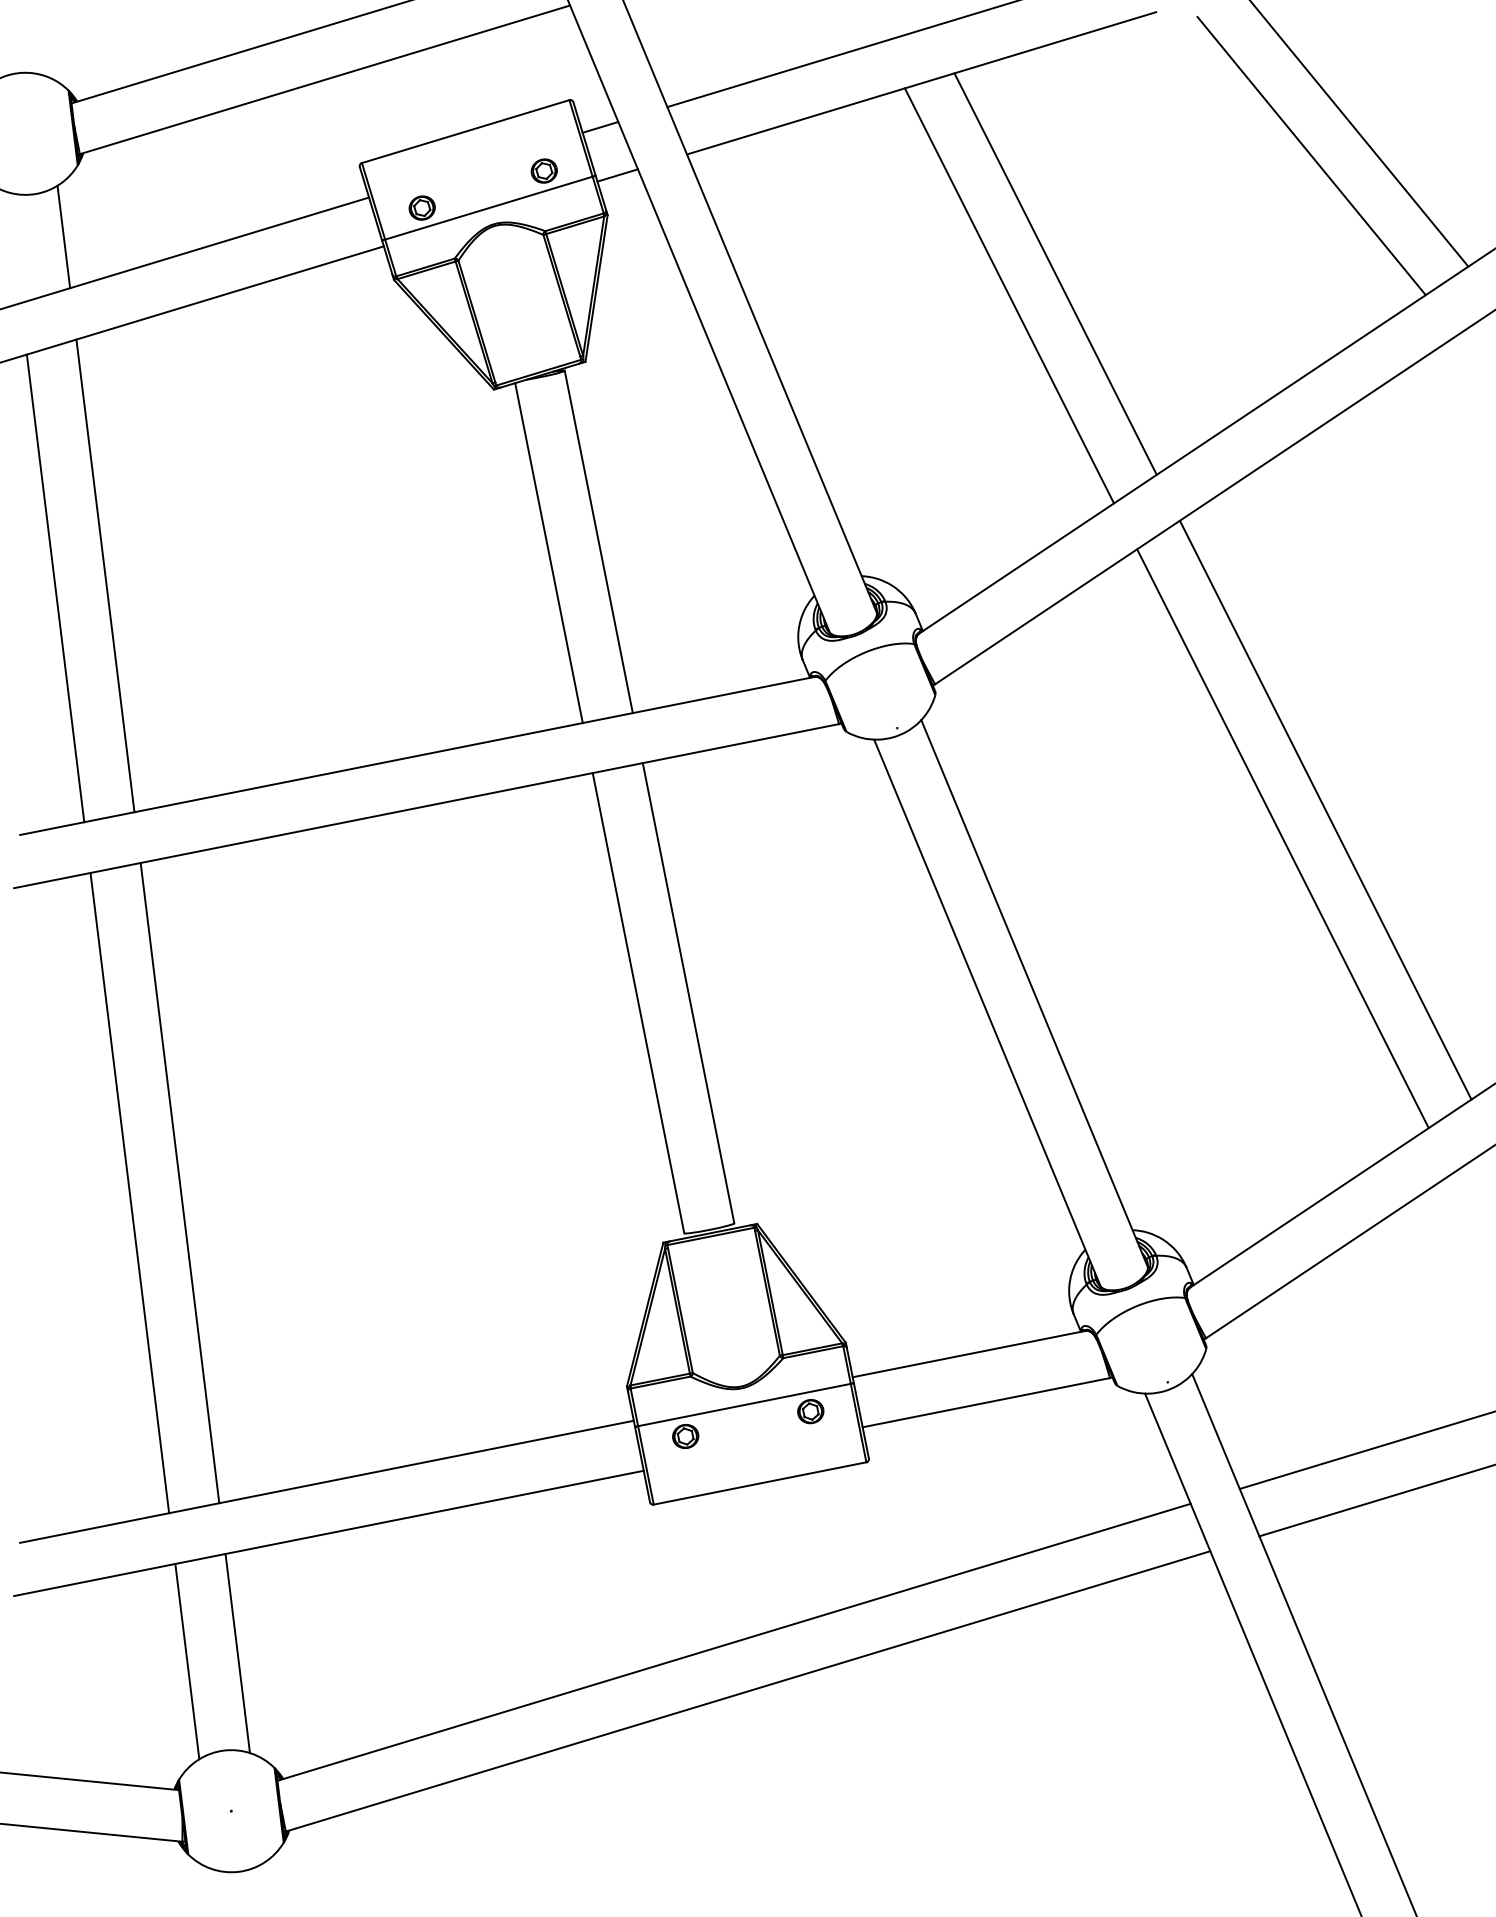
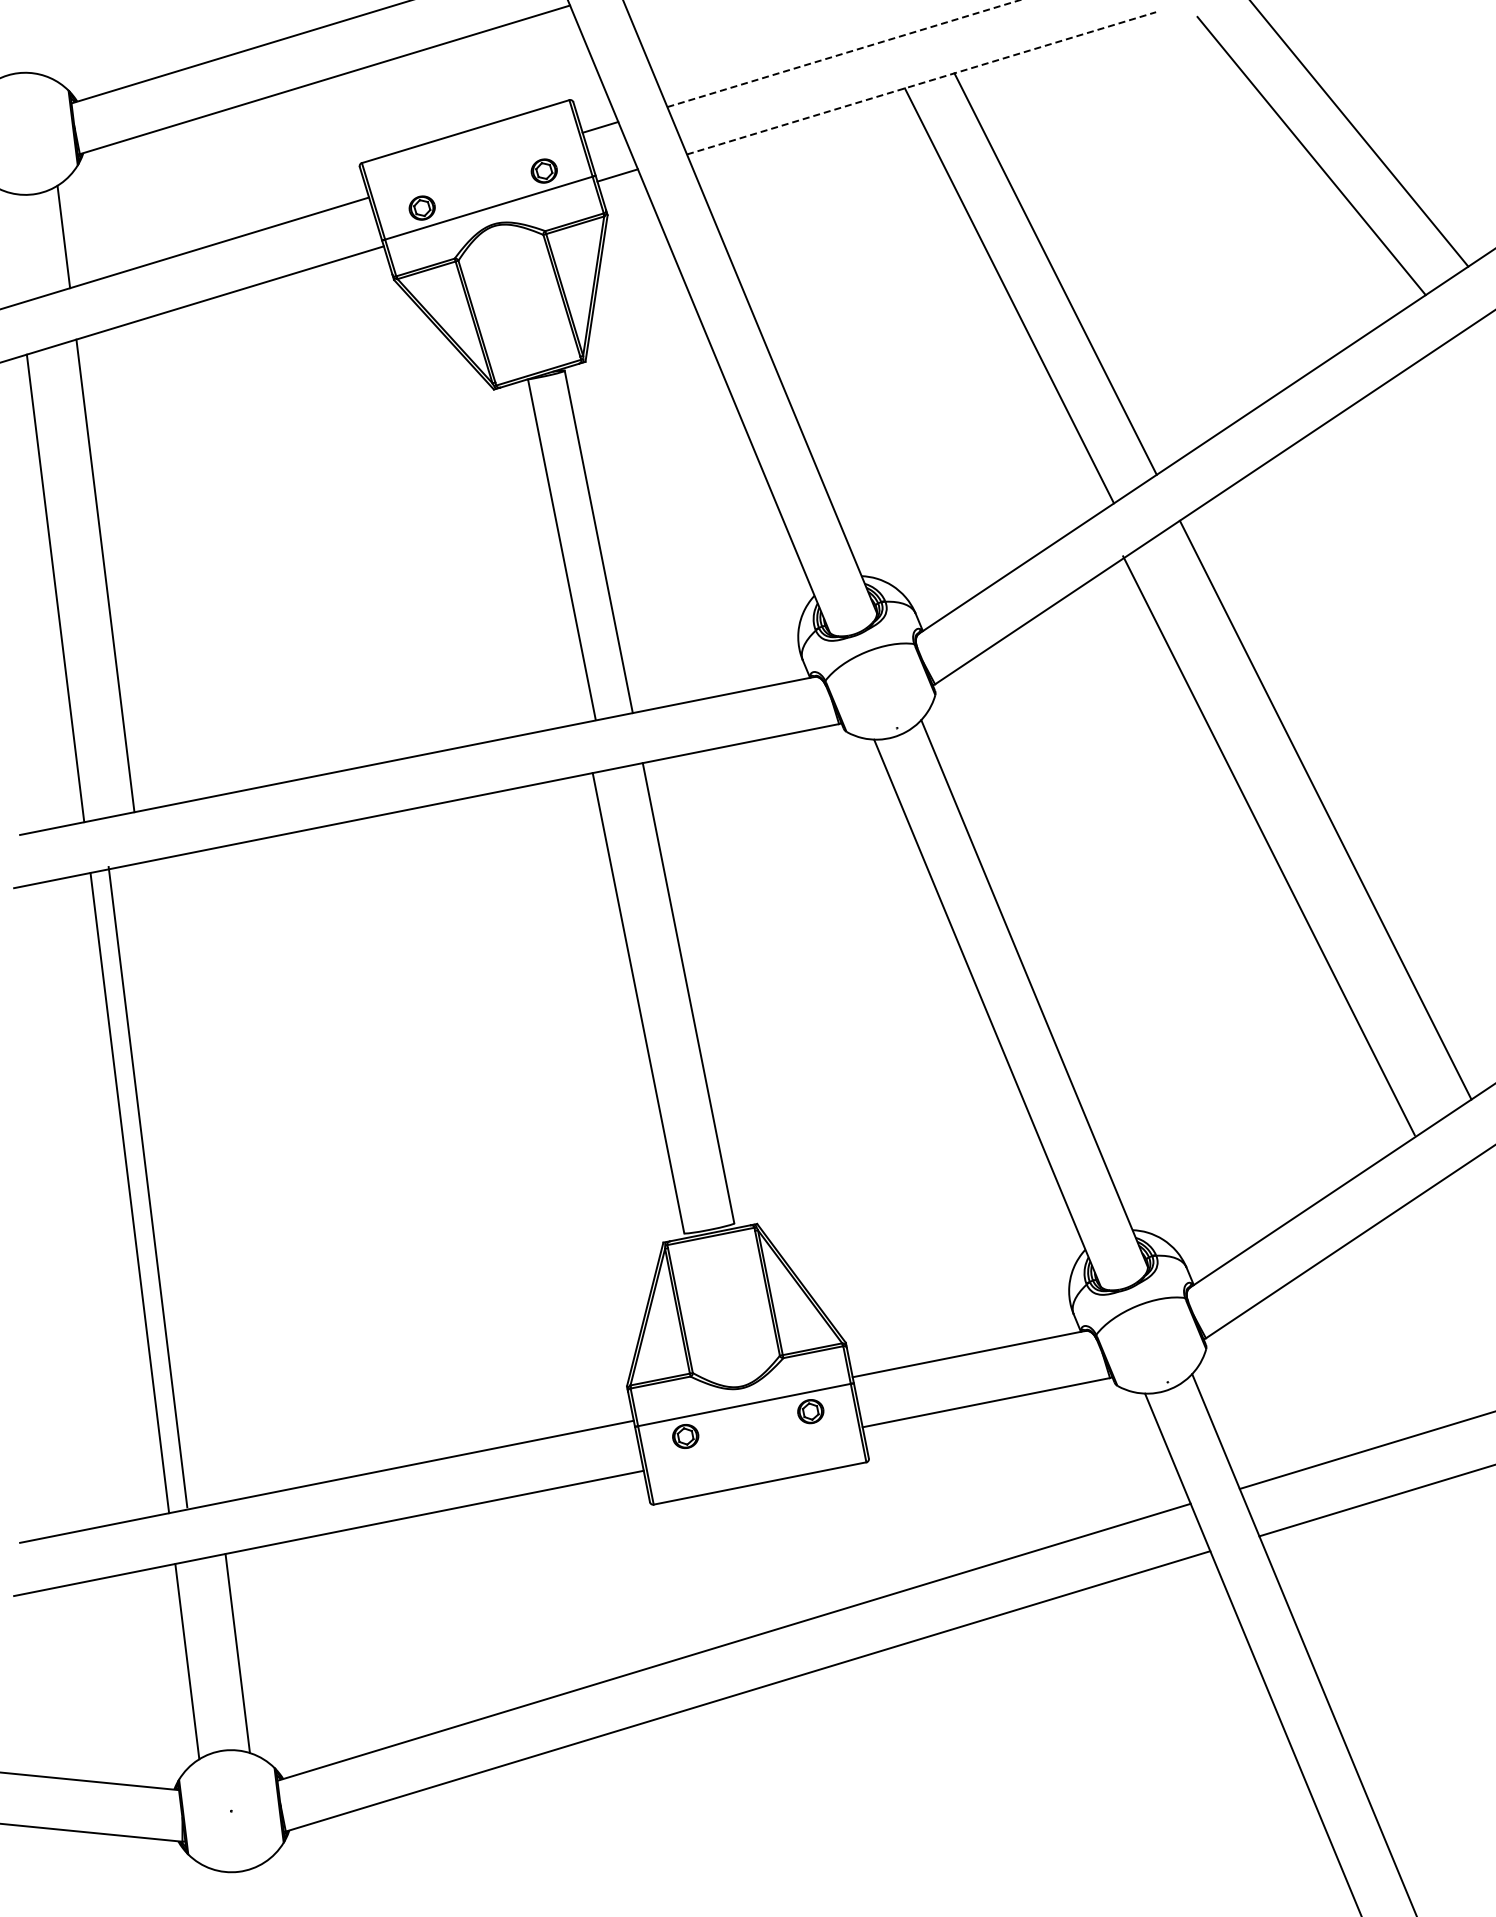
line at (844, 53): solid -> dashed
line at (922, 83): solid -> dashed
line at (548, 553) position: (548, 553) -> (561, 550)
line at (1282, 838) position: (1282, 838) -> (1268, 845)
line at (179, 1183) position: (179, 1183) -> (147, 1187)
